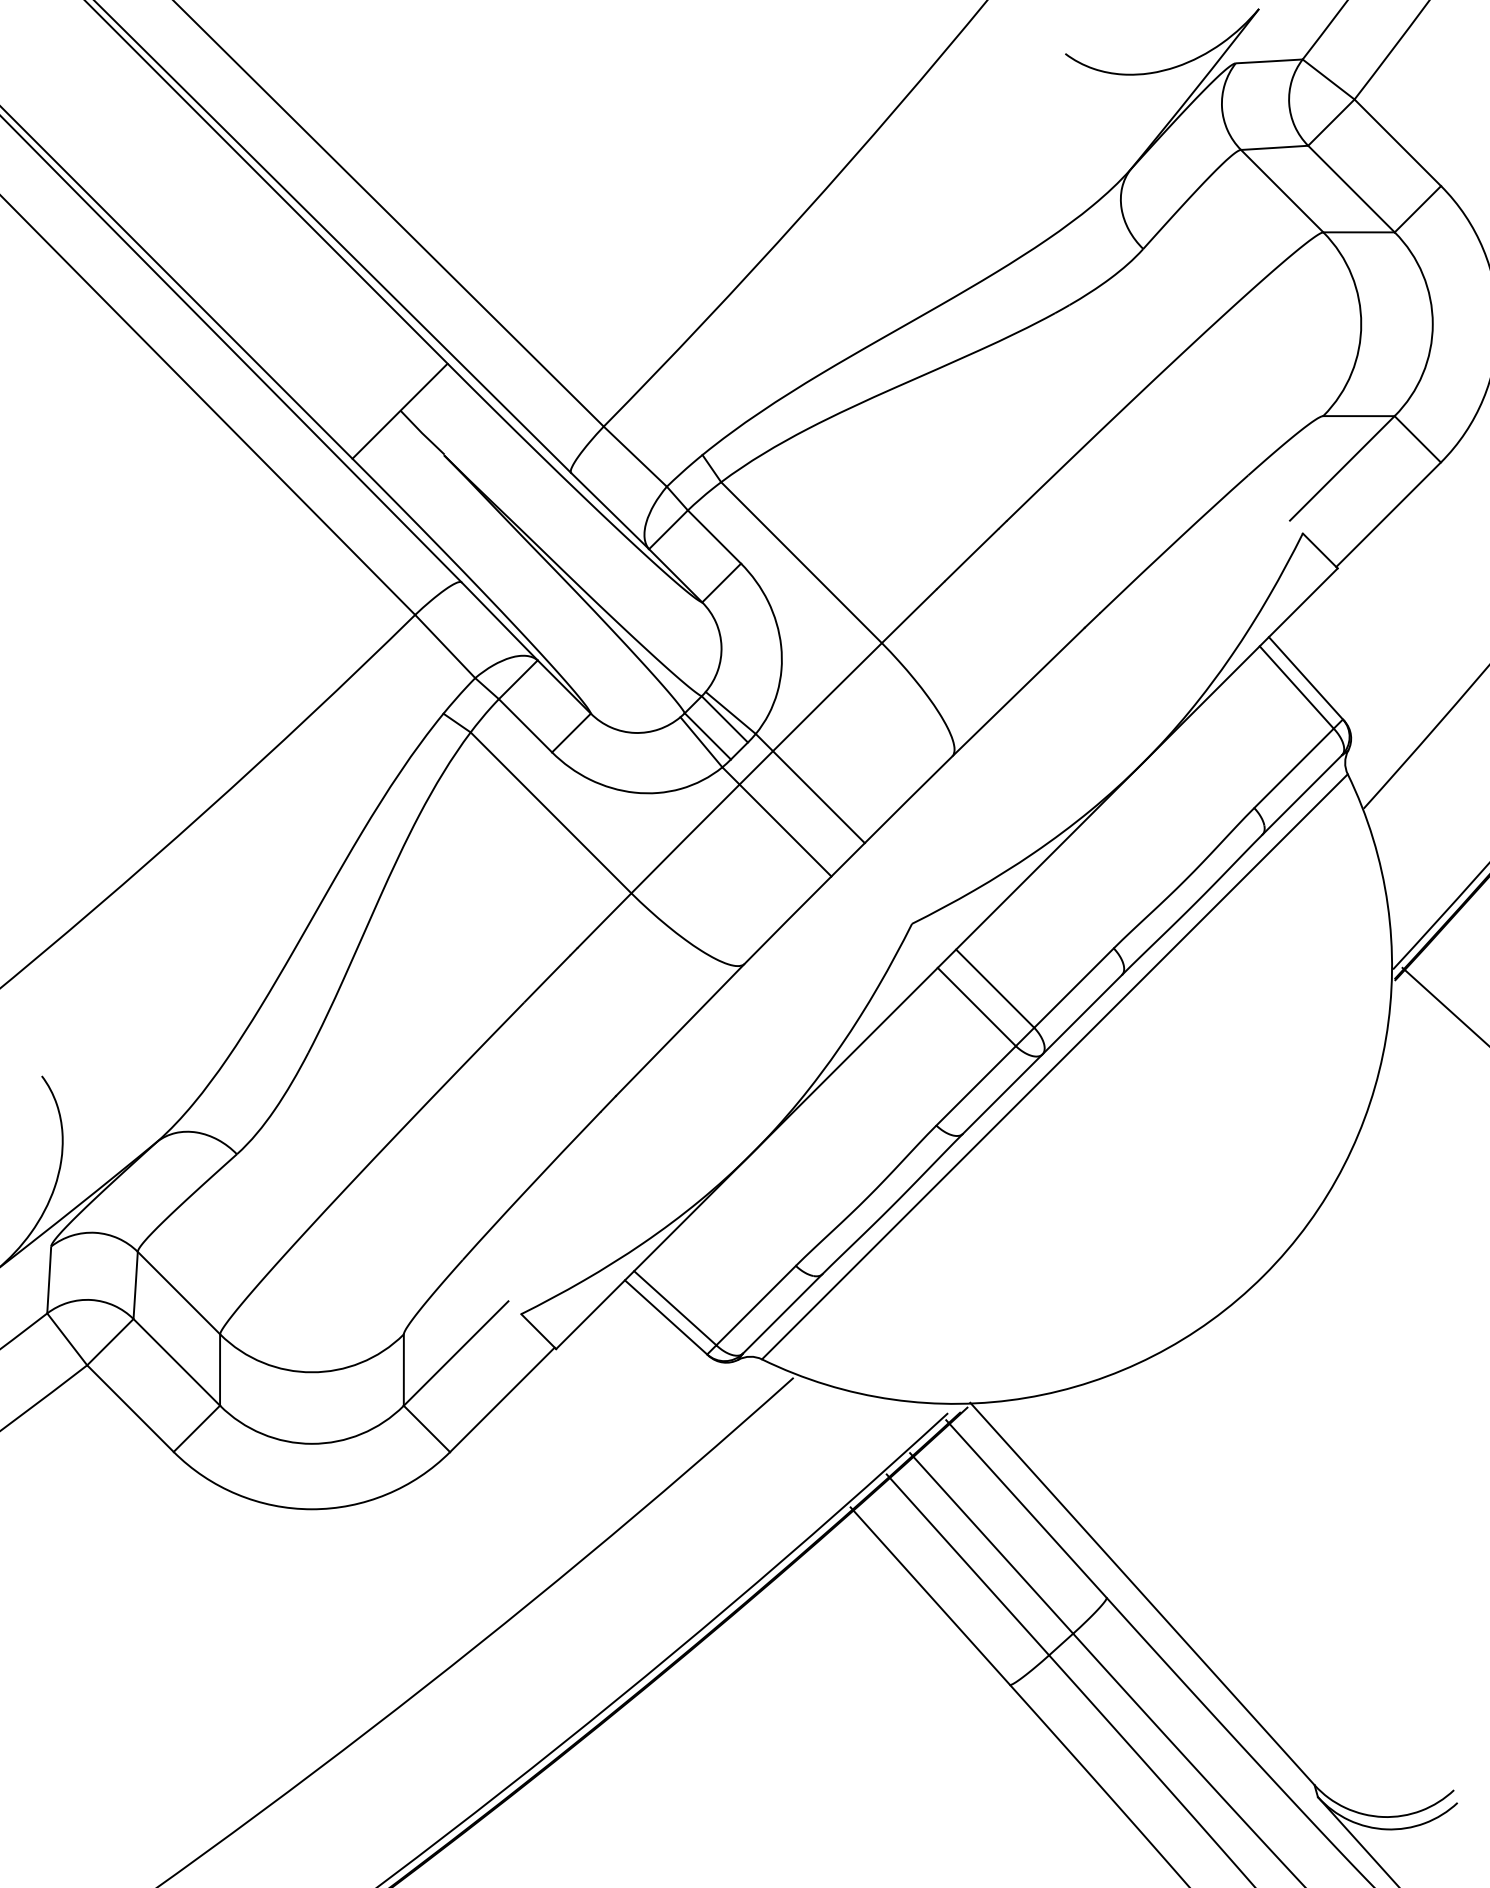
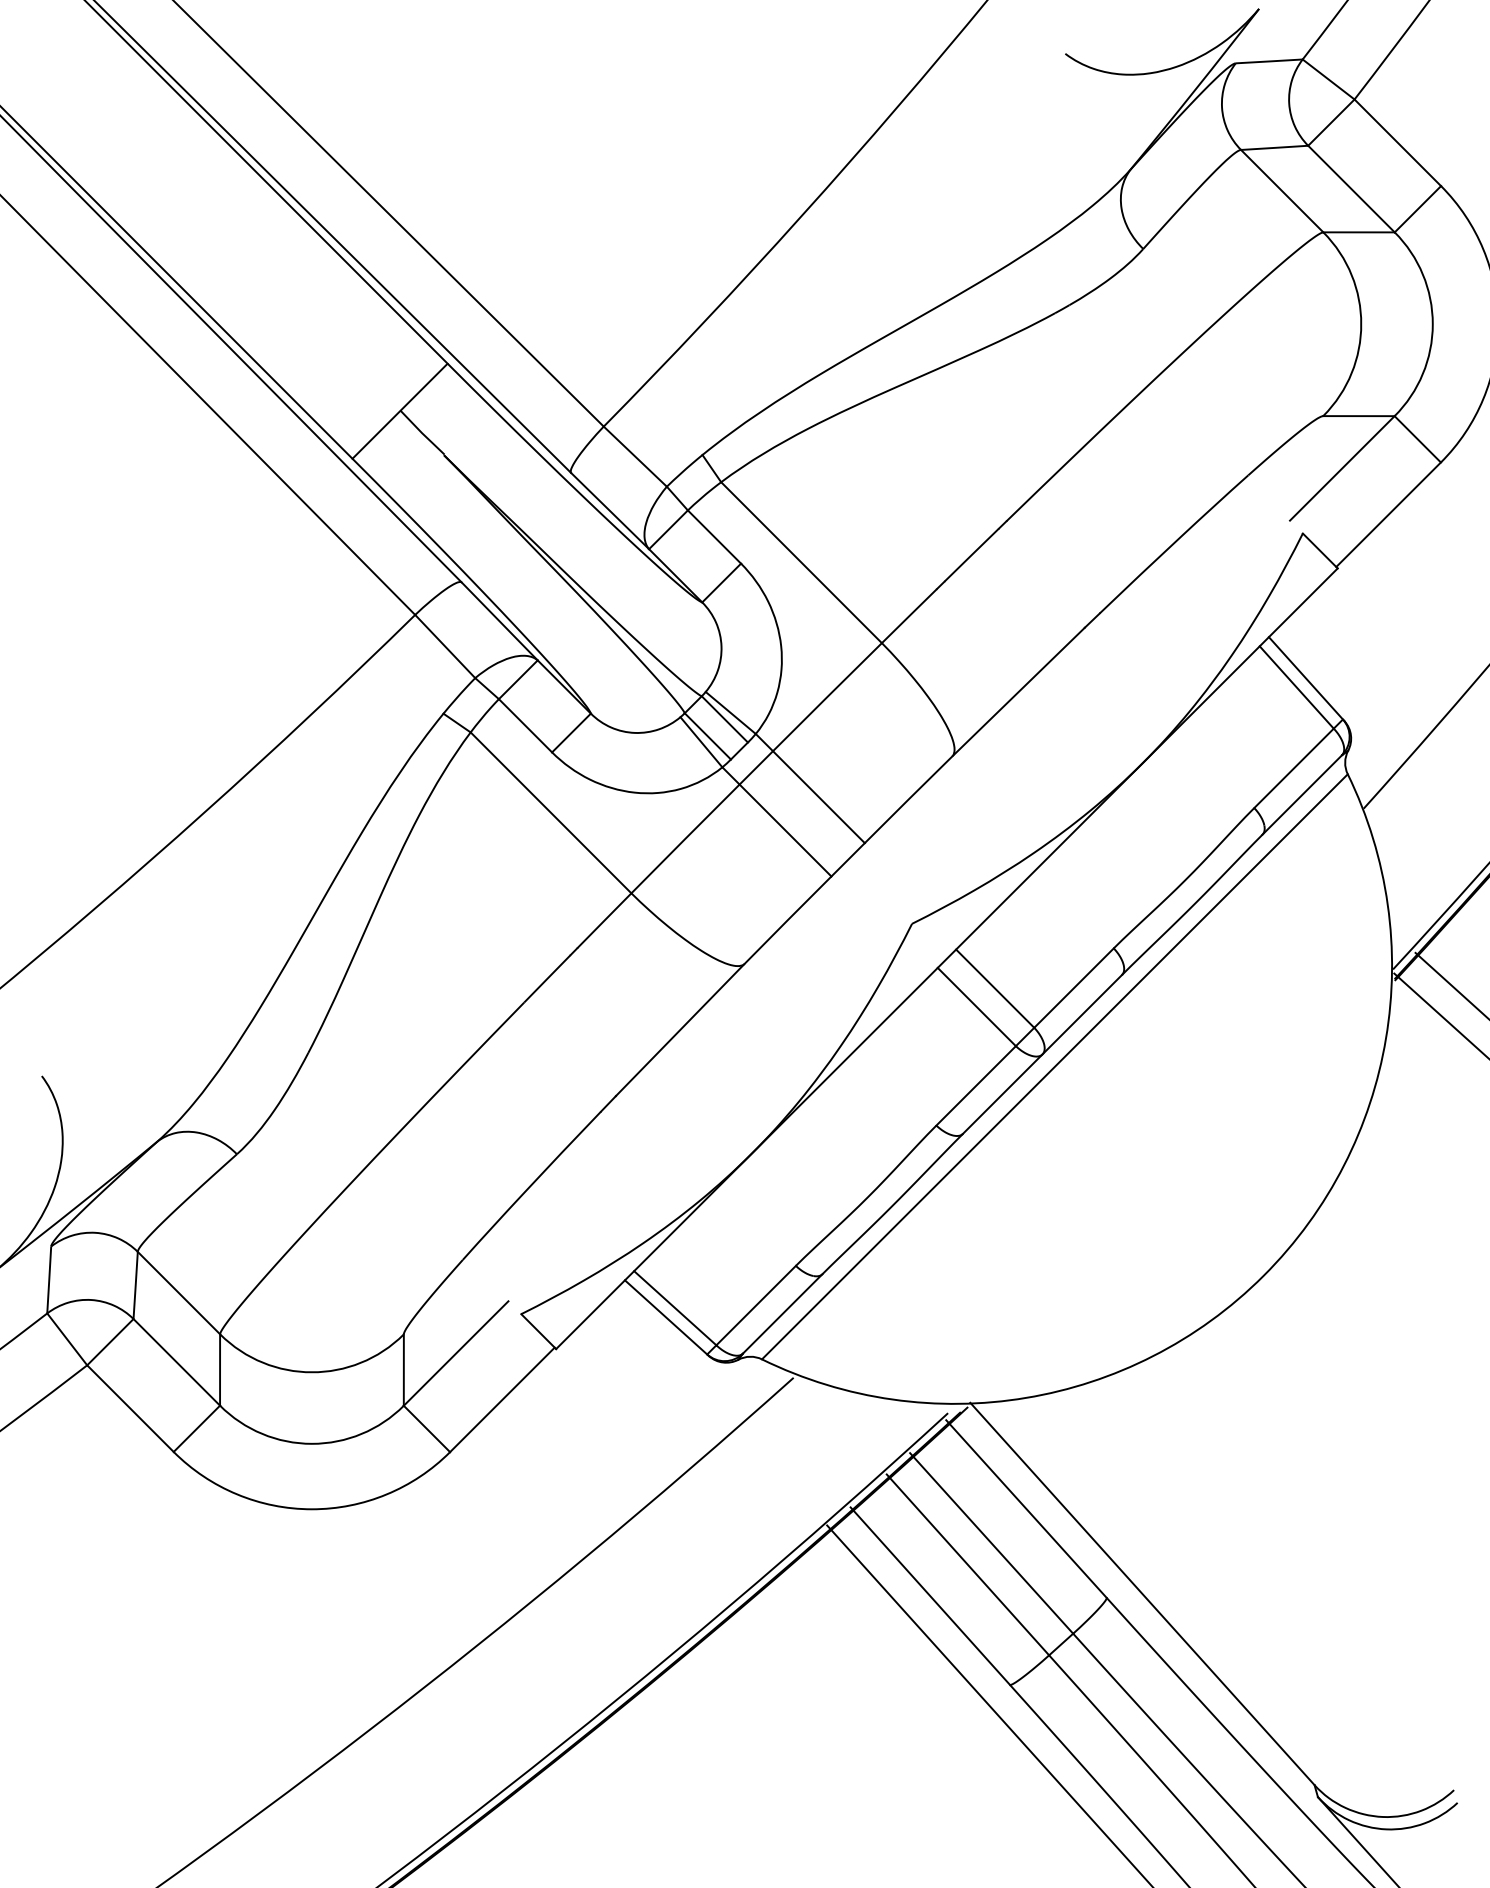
line at (1444, 1005) position: (1444, 1005) -> (1450, 984)
line at (1440, 1014): none -> present
line at (988, 1704): none -> present
